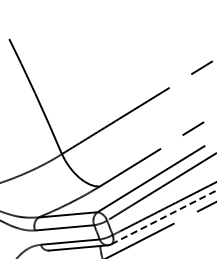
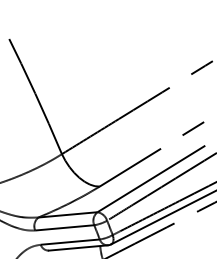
line at (163, 217): dashed -> solid
